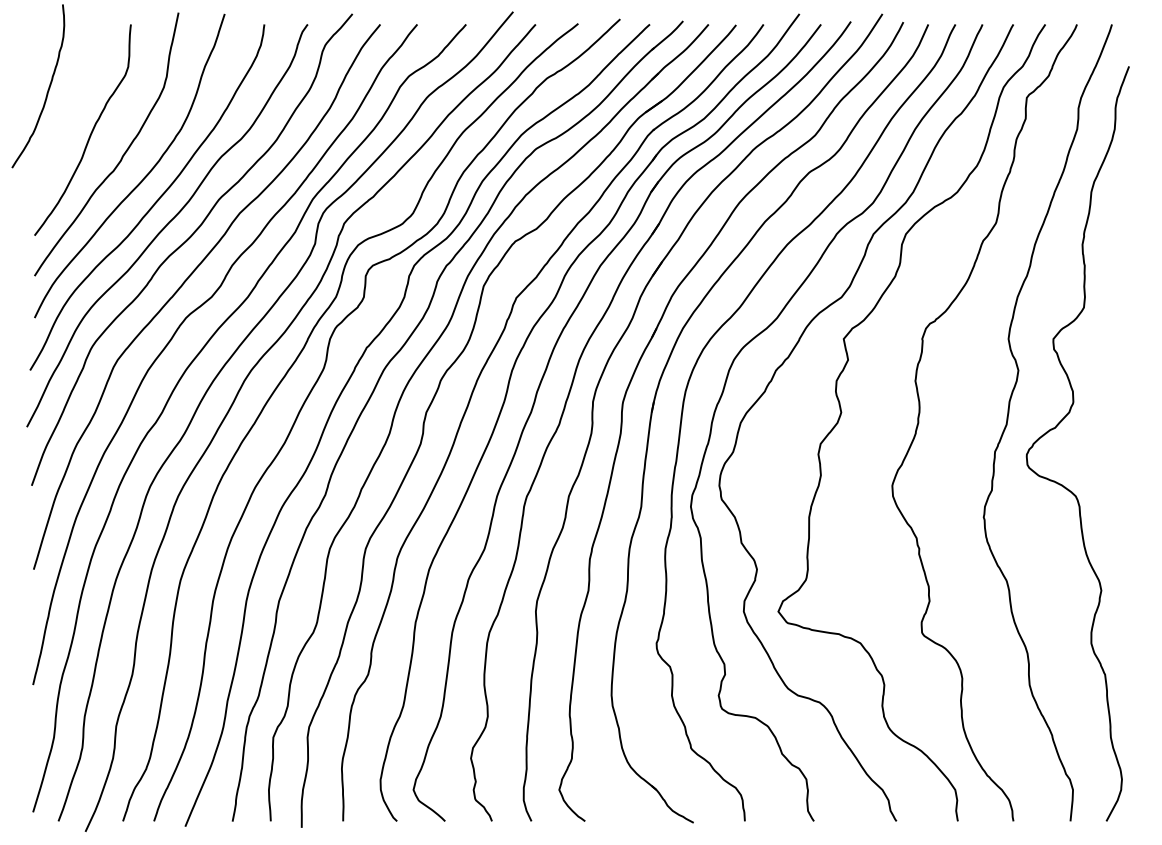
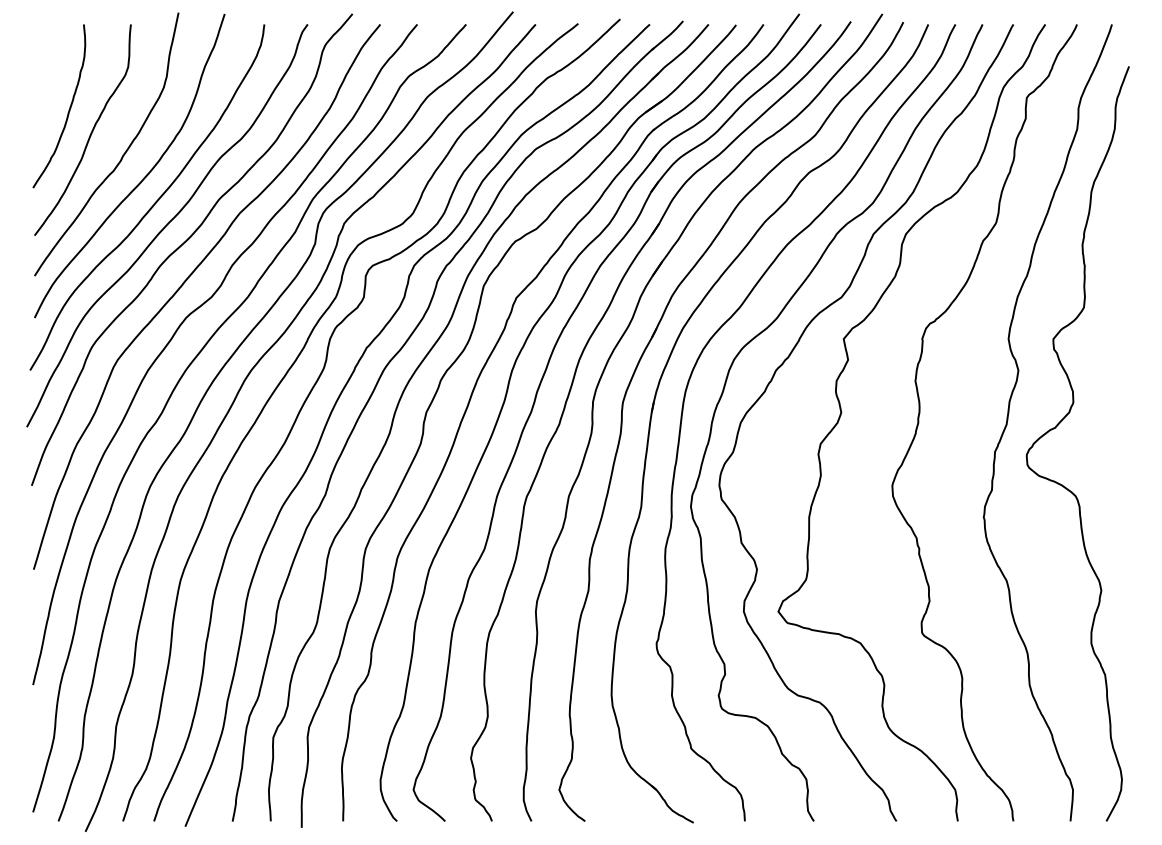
curve at (47, 89) position: (47, 89) -> (68, 109)
